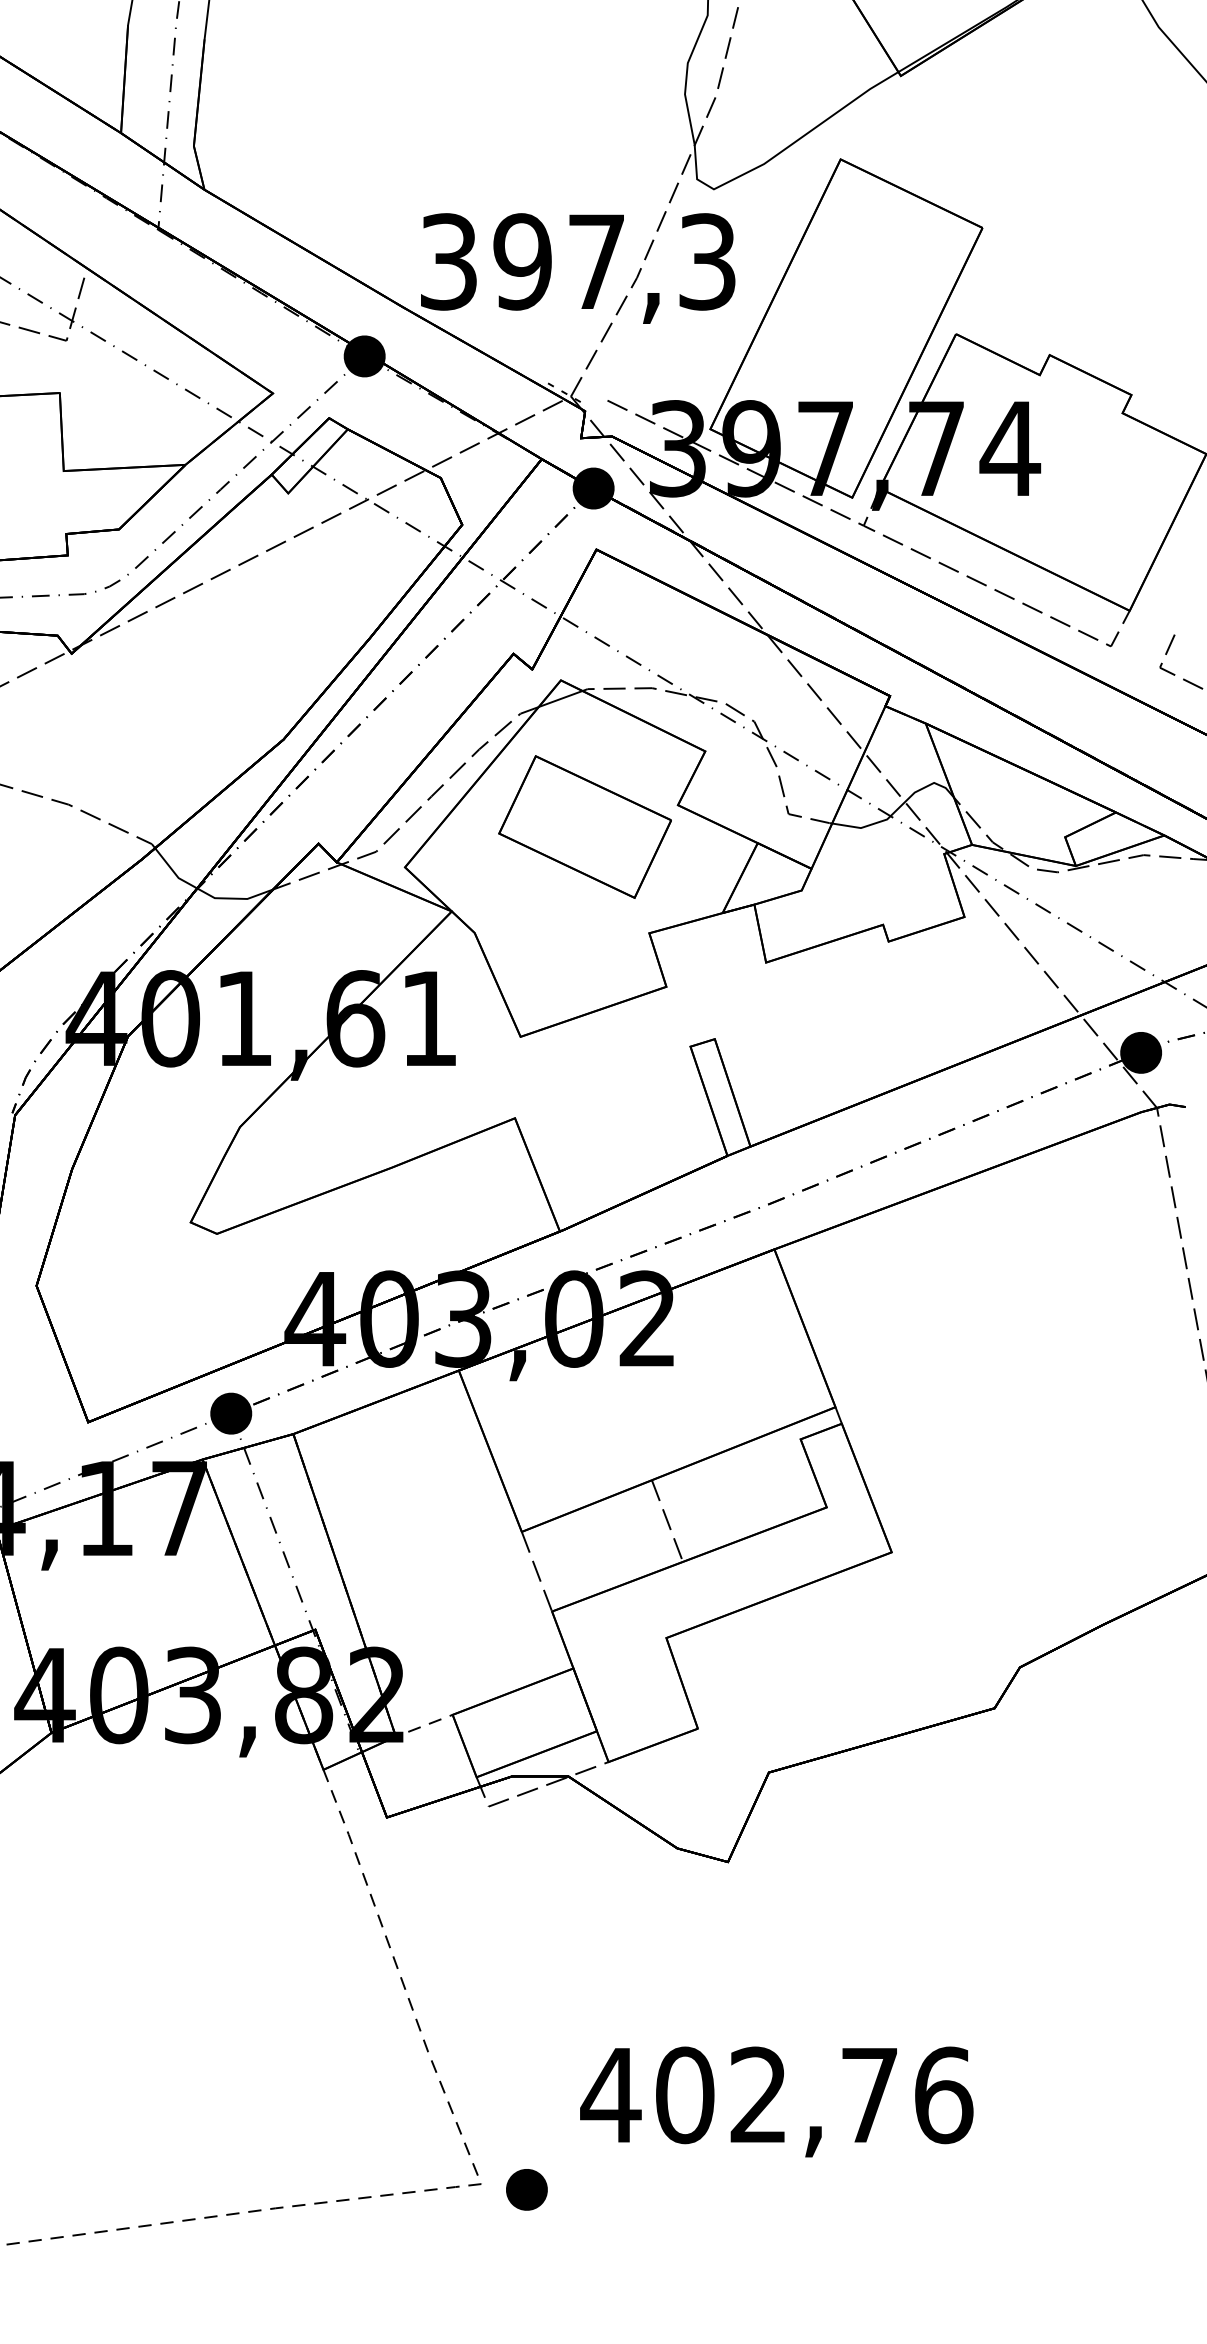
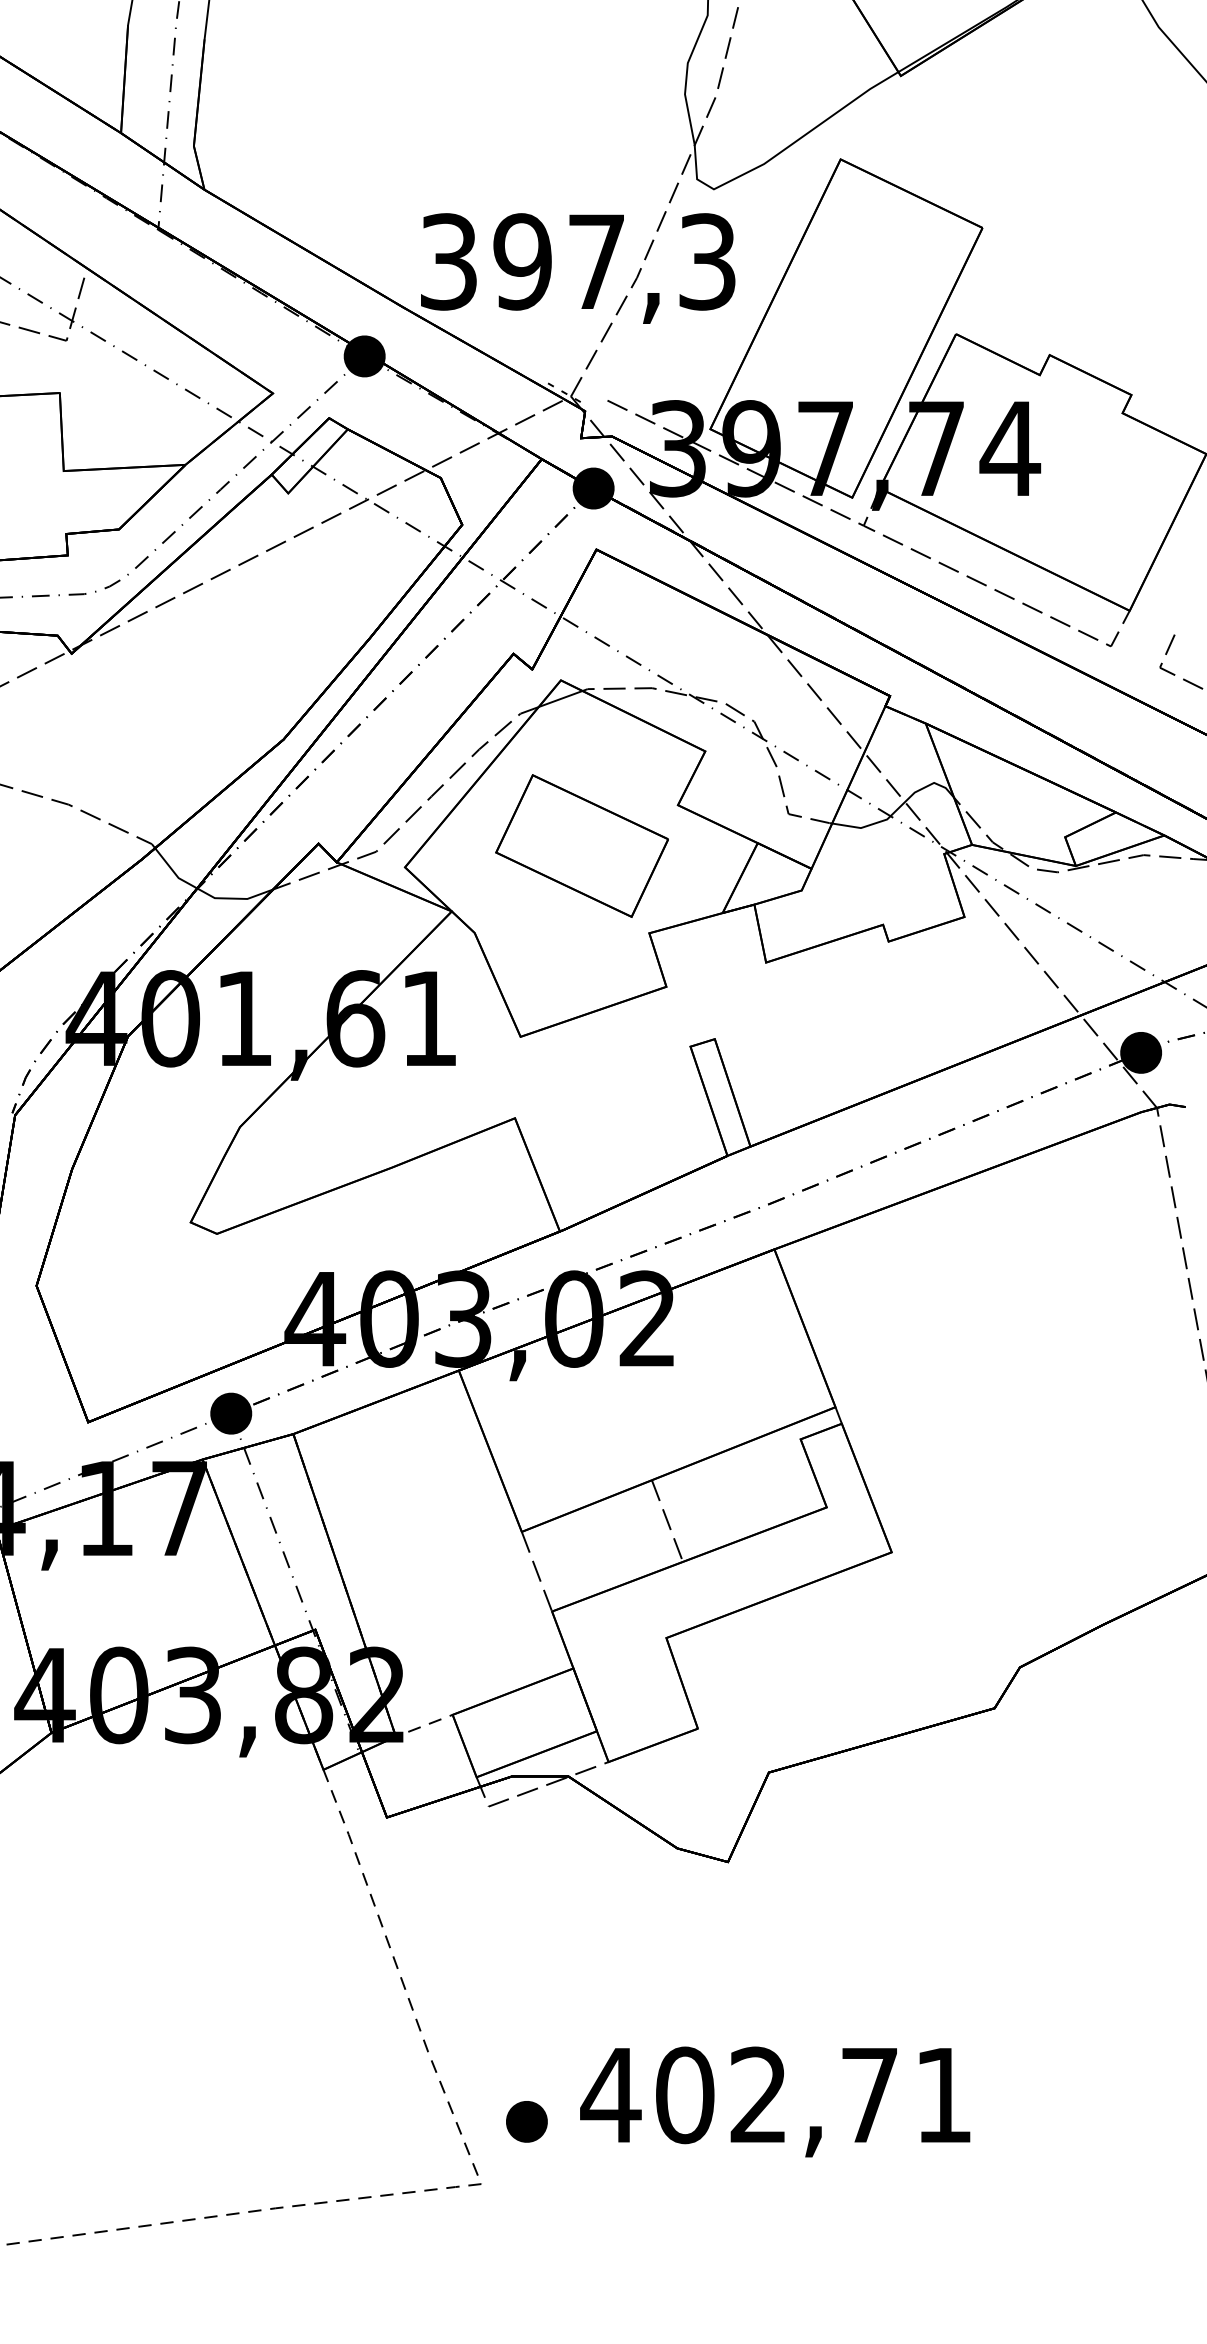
part at (584, 826) position: (584, 826) -> (581, 845)
text at (944, 2095): 402,76 -> 402,71
part at (526, 2189) position: (526, 2189) -> (526, 2121)
